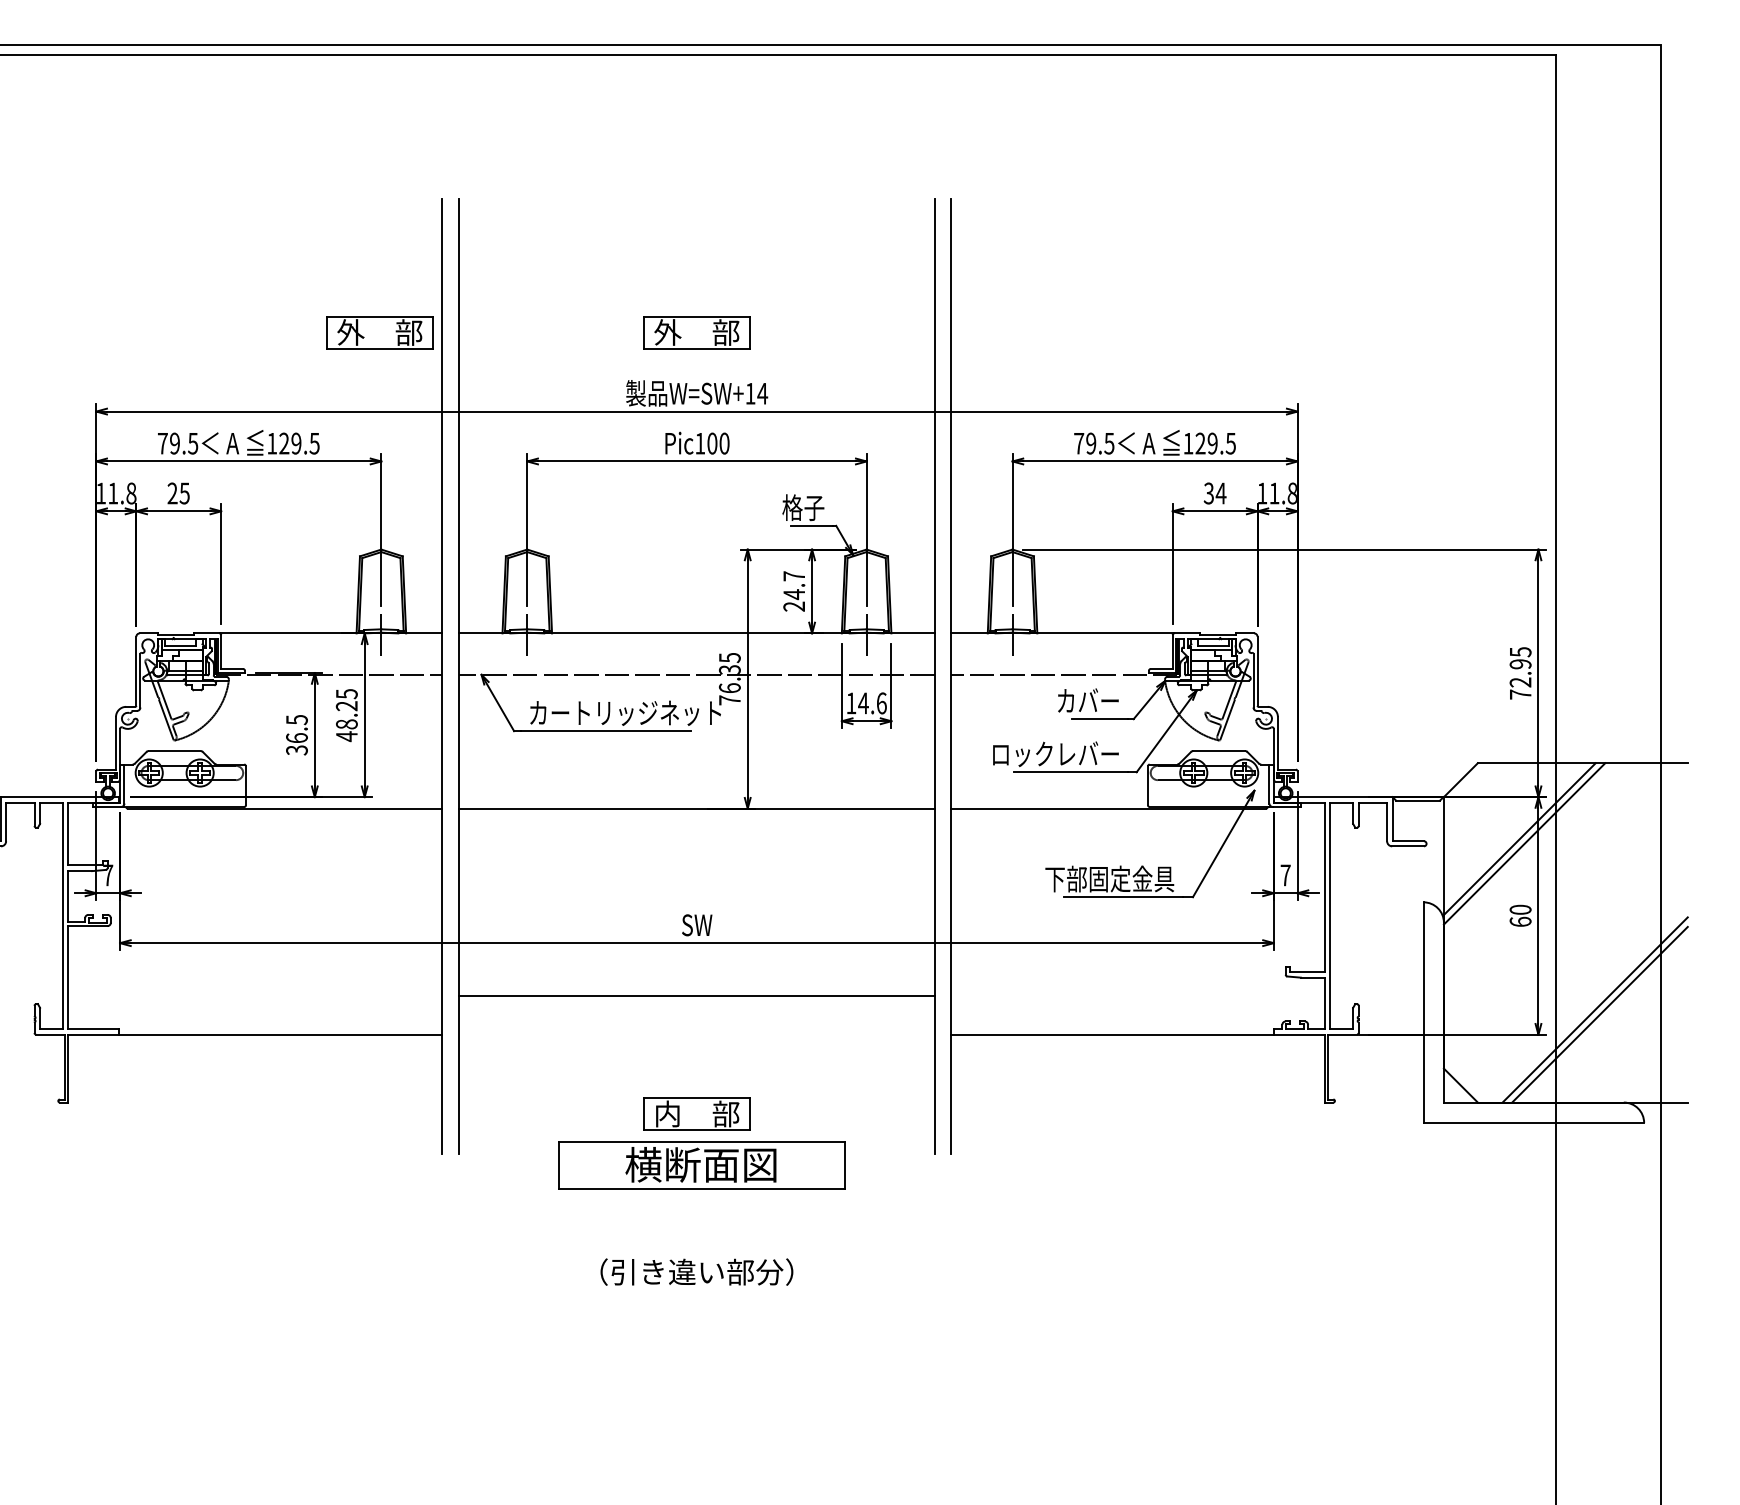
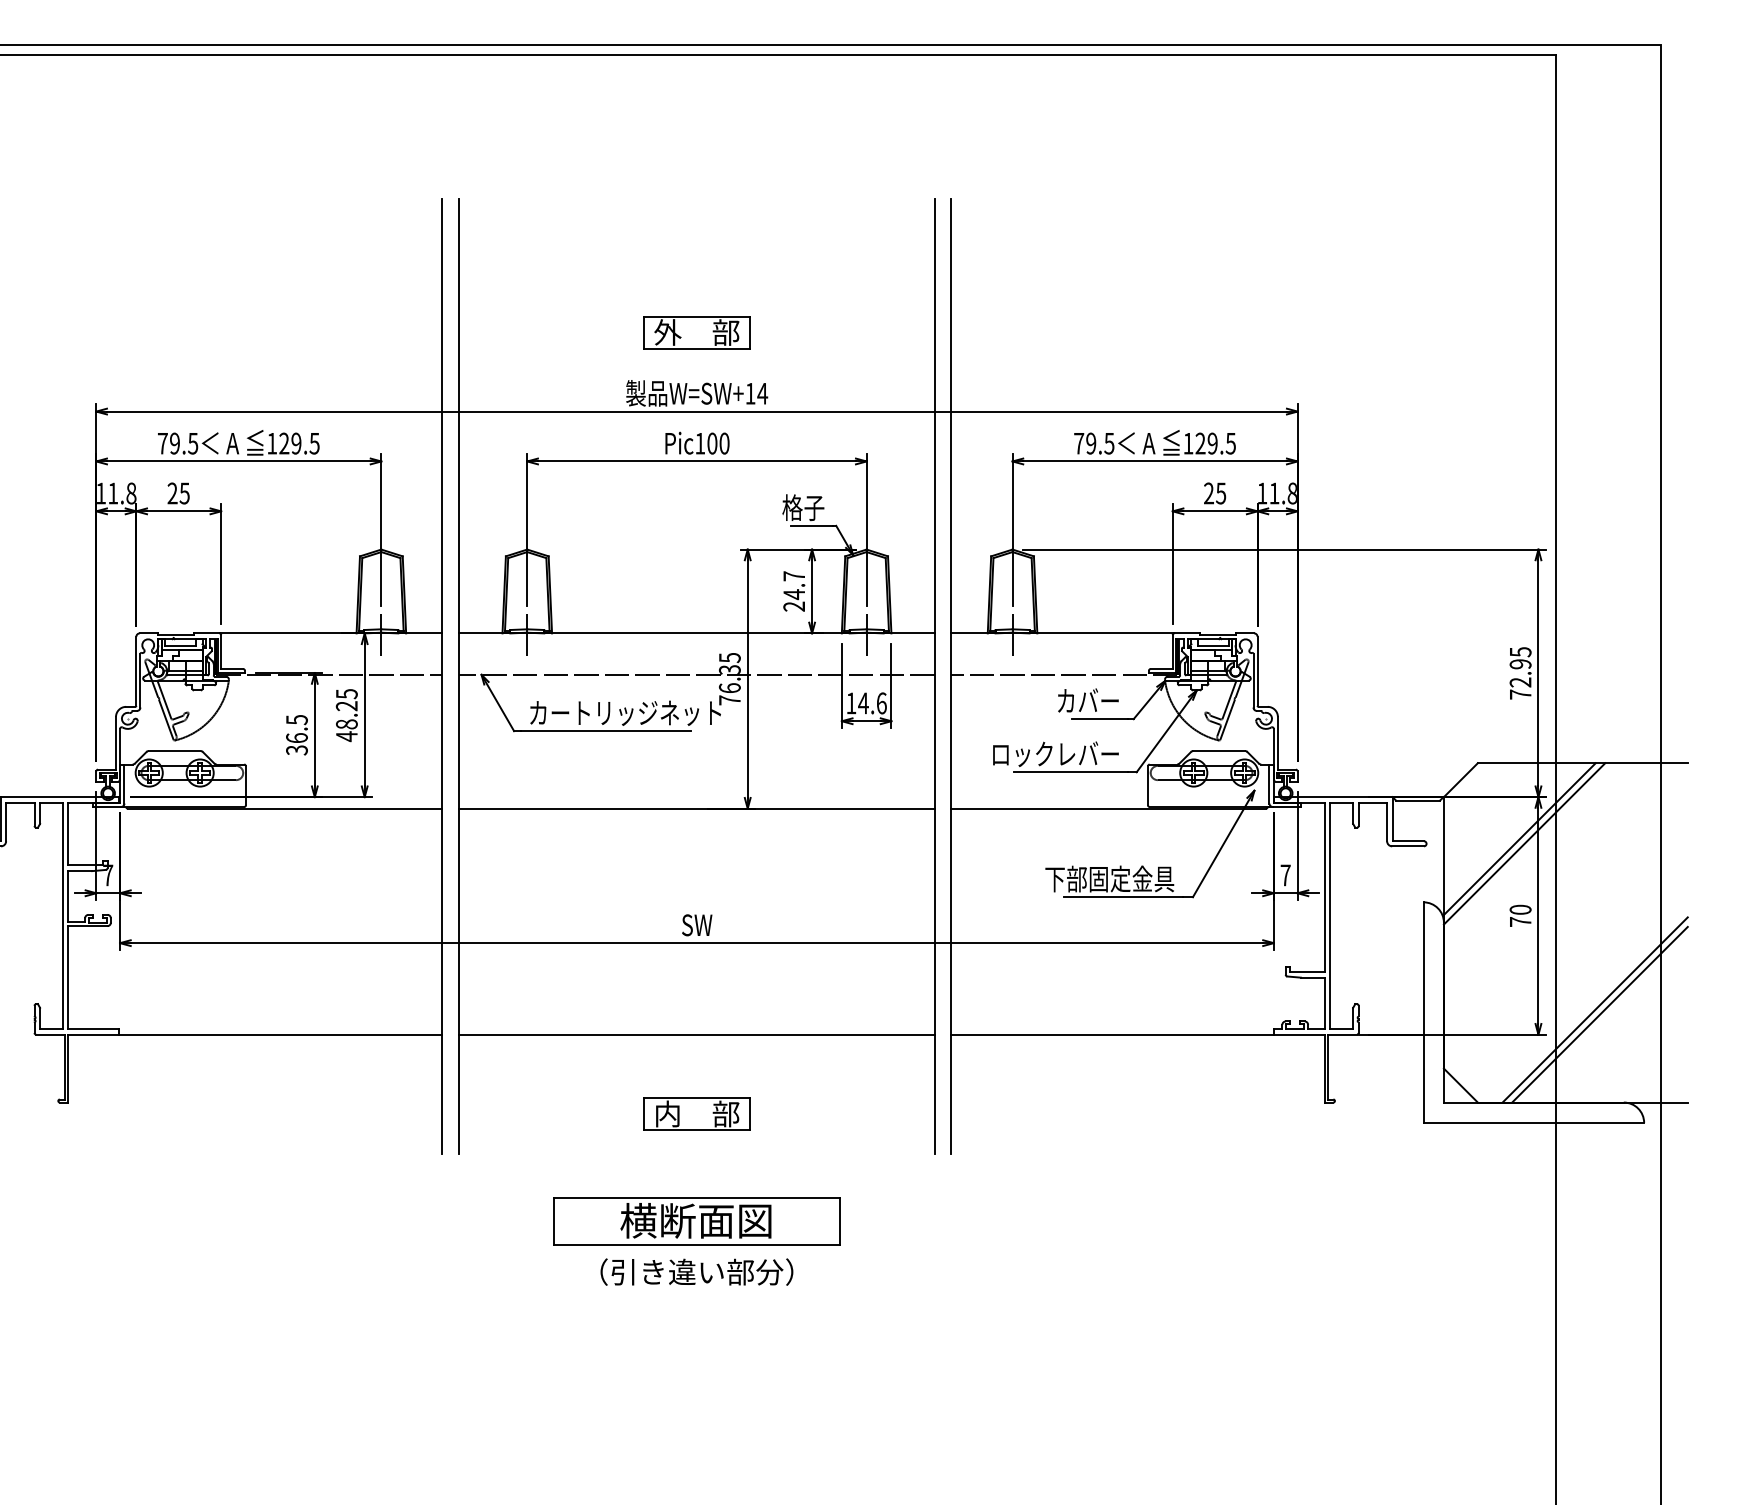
part at (379, 332): present -> none
text at (1214, 493): 34 -> 25
text at (1520, 921): 60 -> 70
line at (696, 995) position: (696, 995) -> (696, 1034)
part at (701, 1165) position: (701, 1165) -> (696, 1221)
